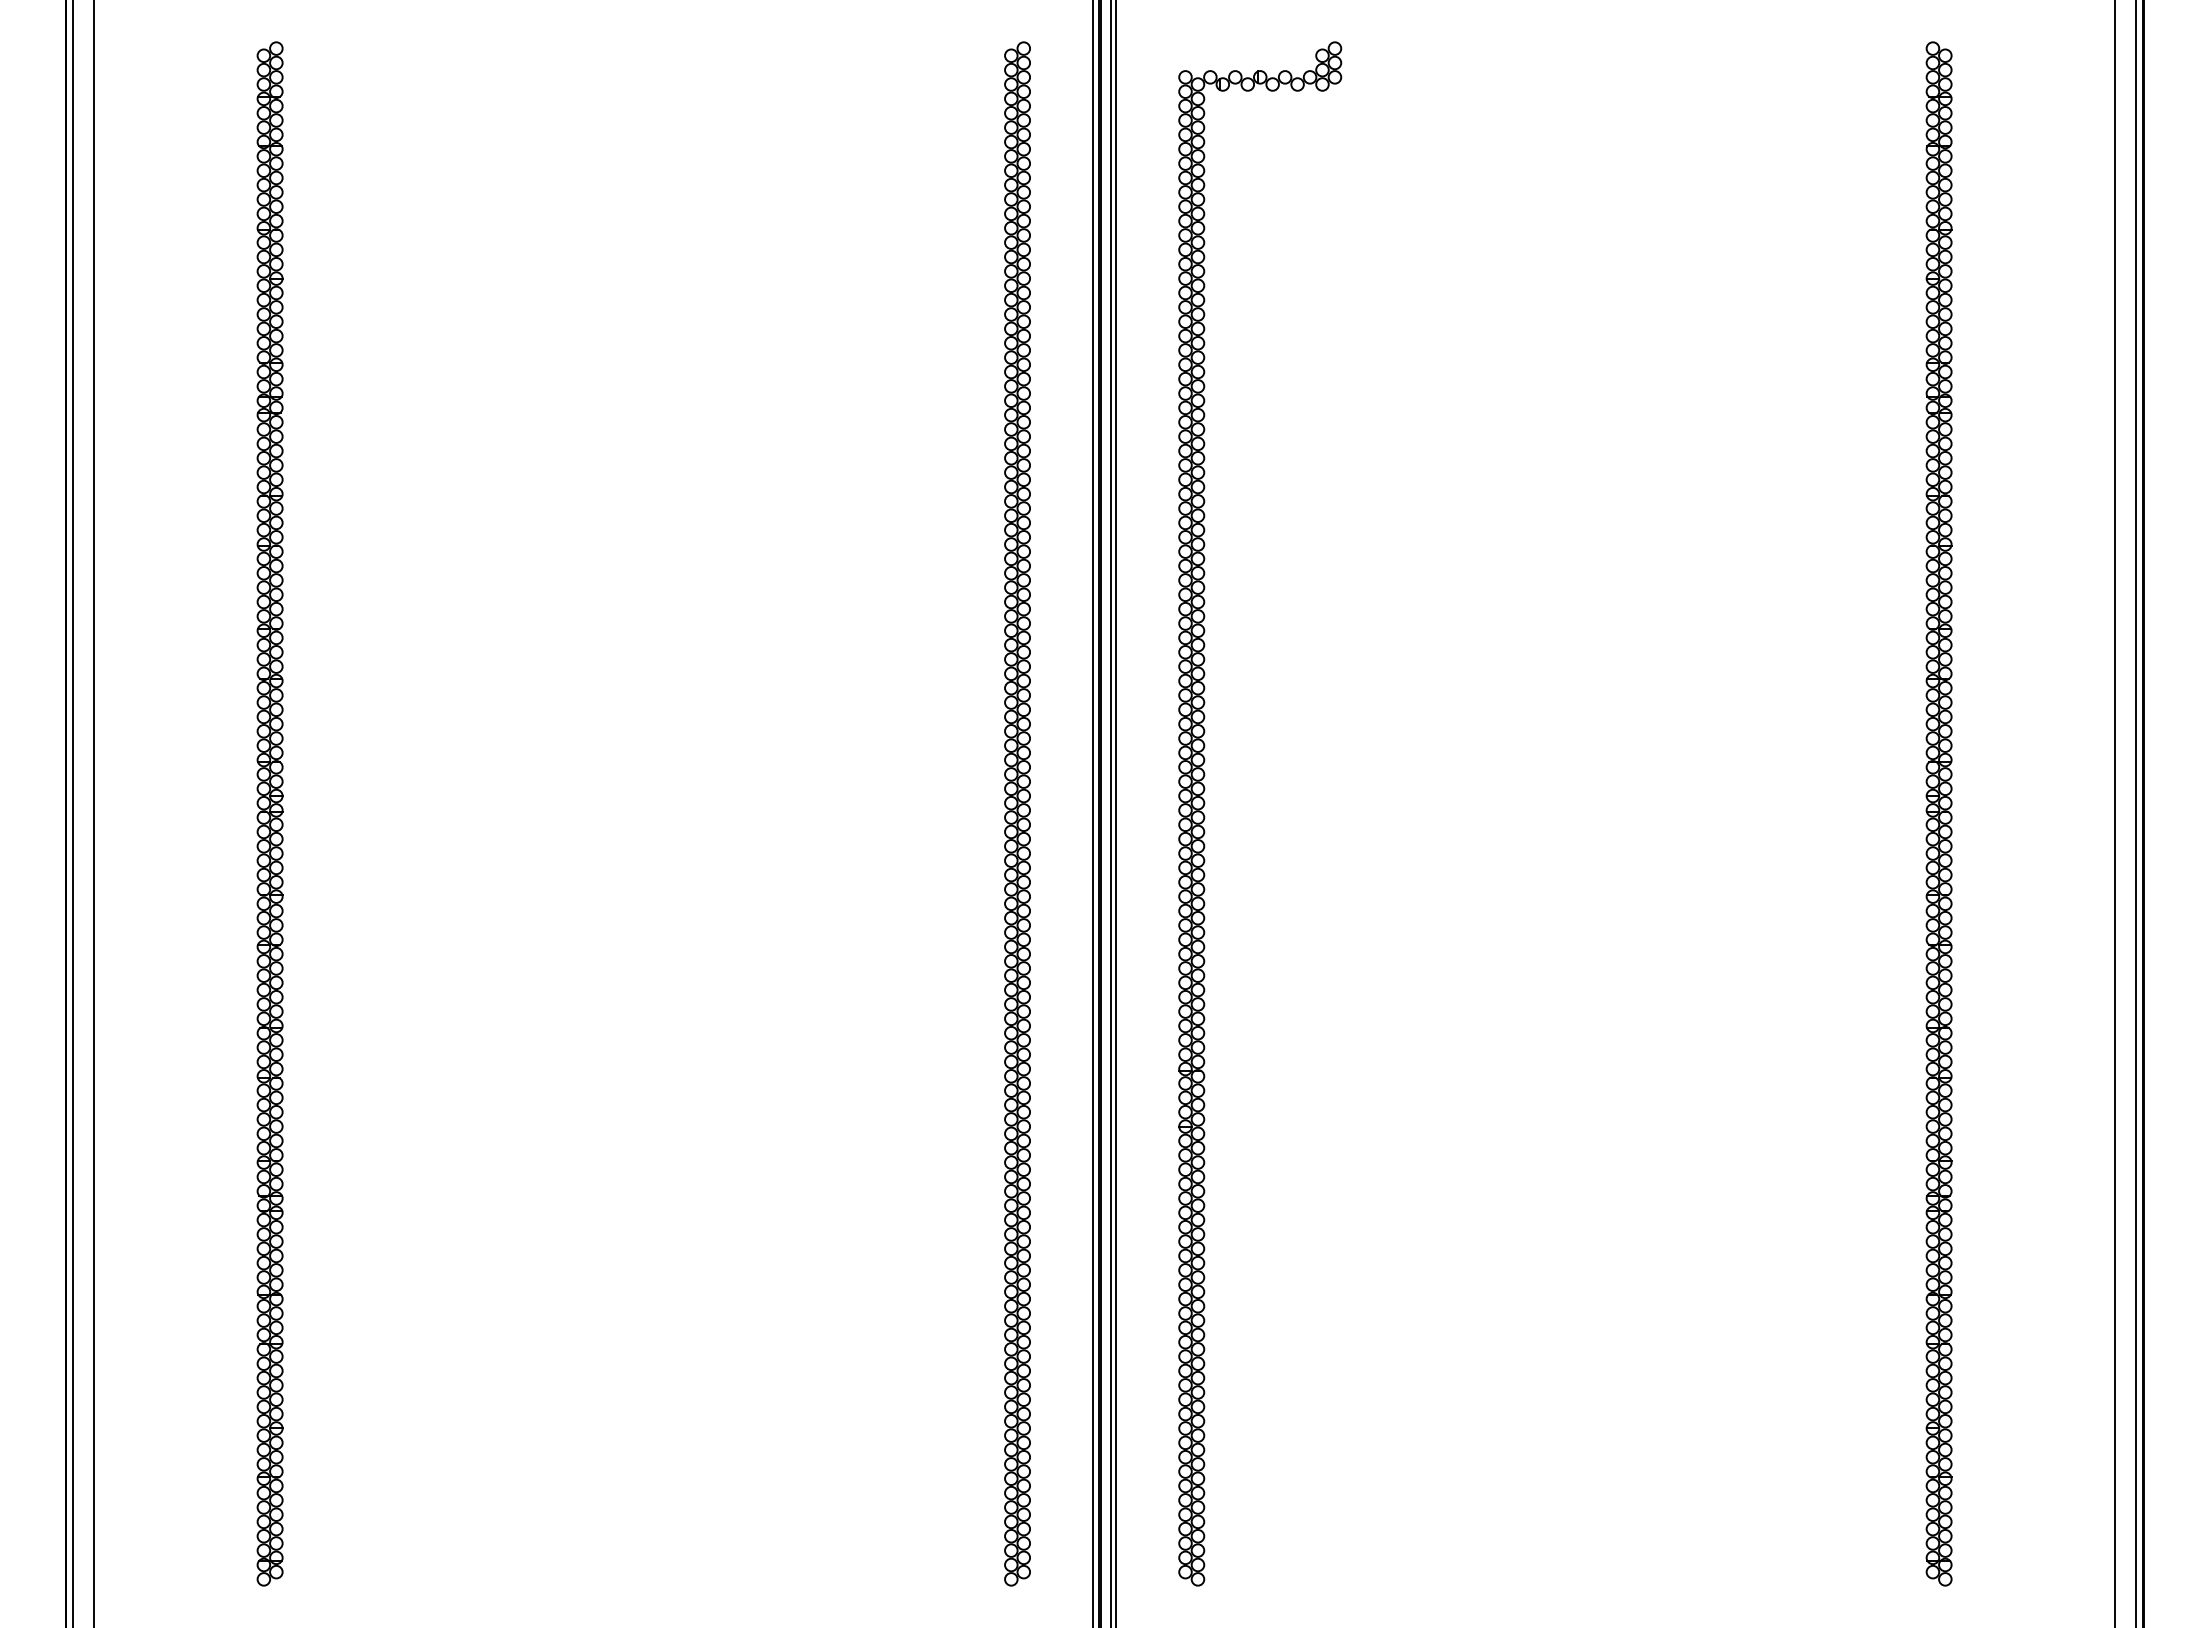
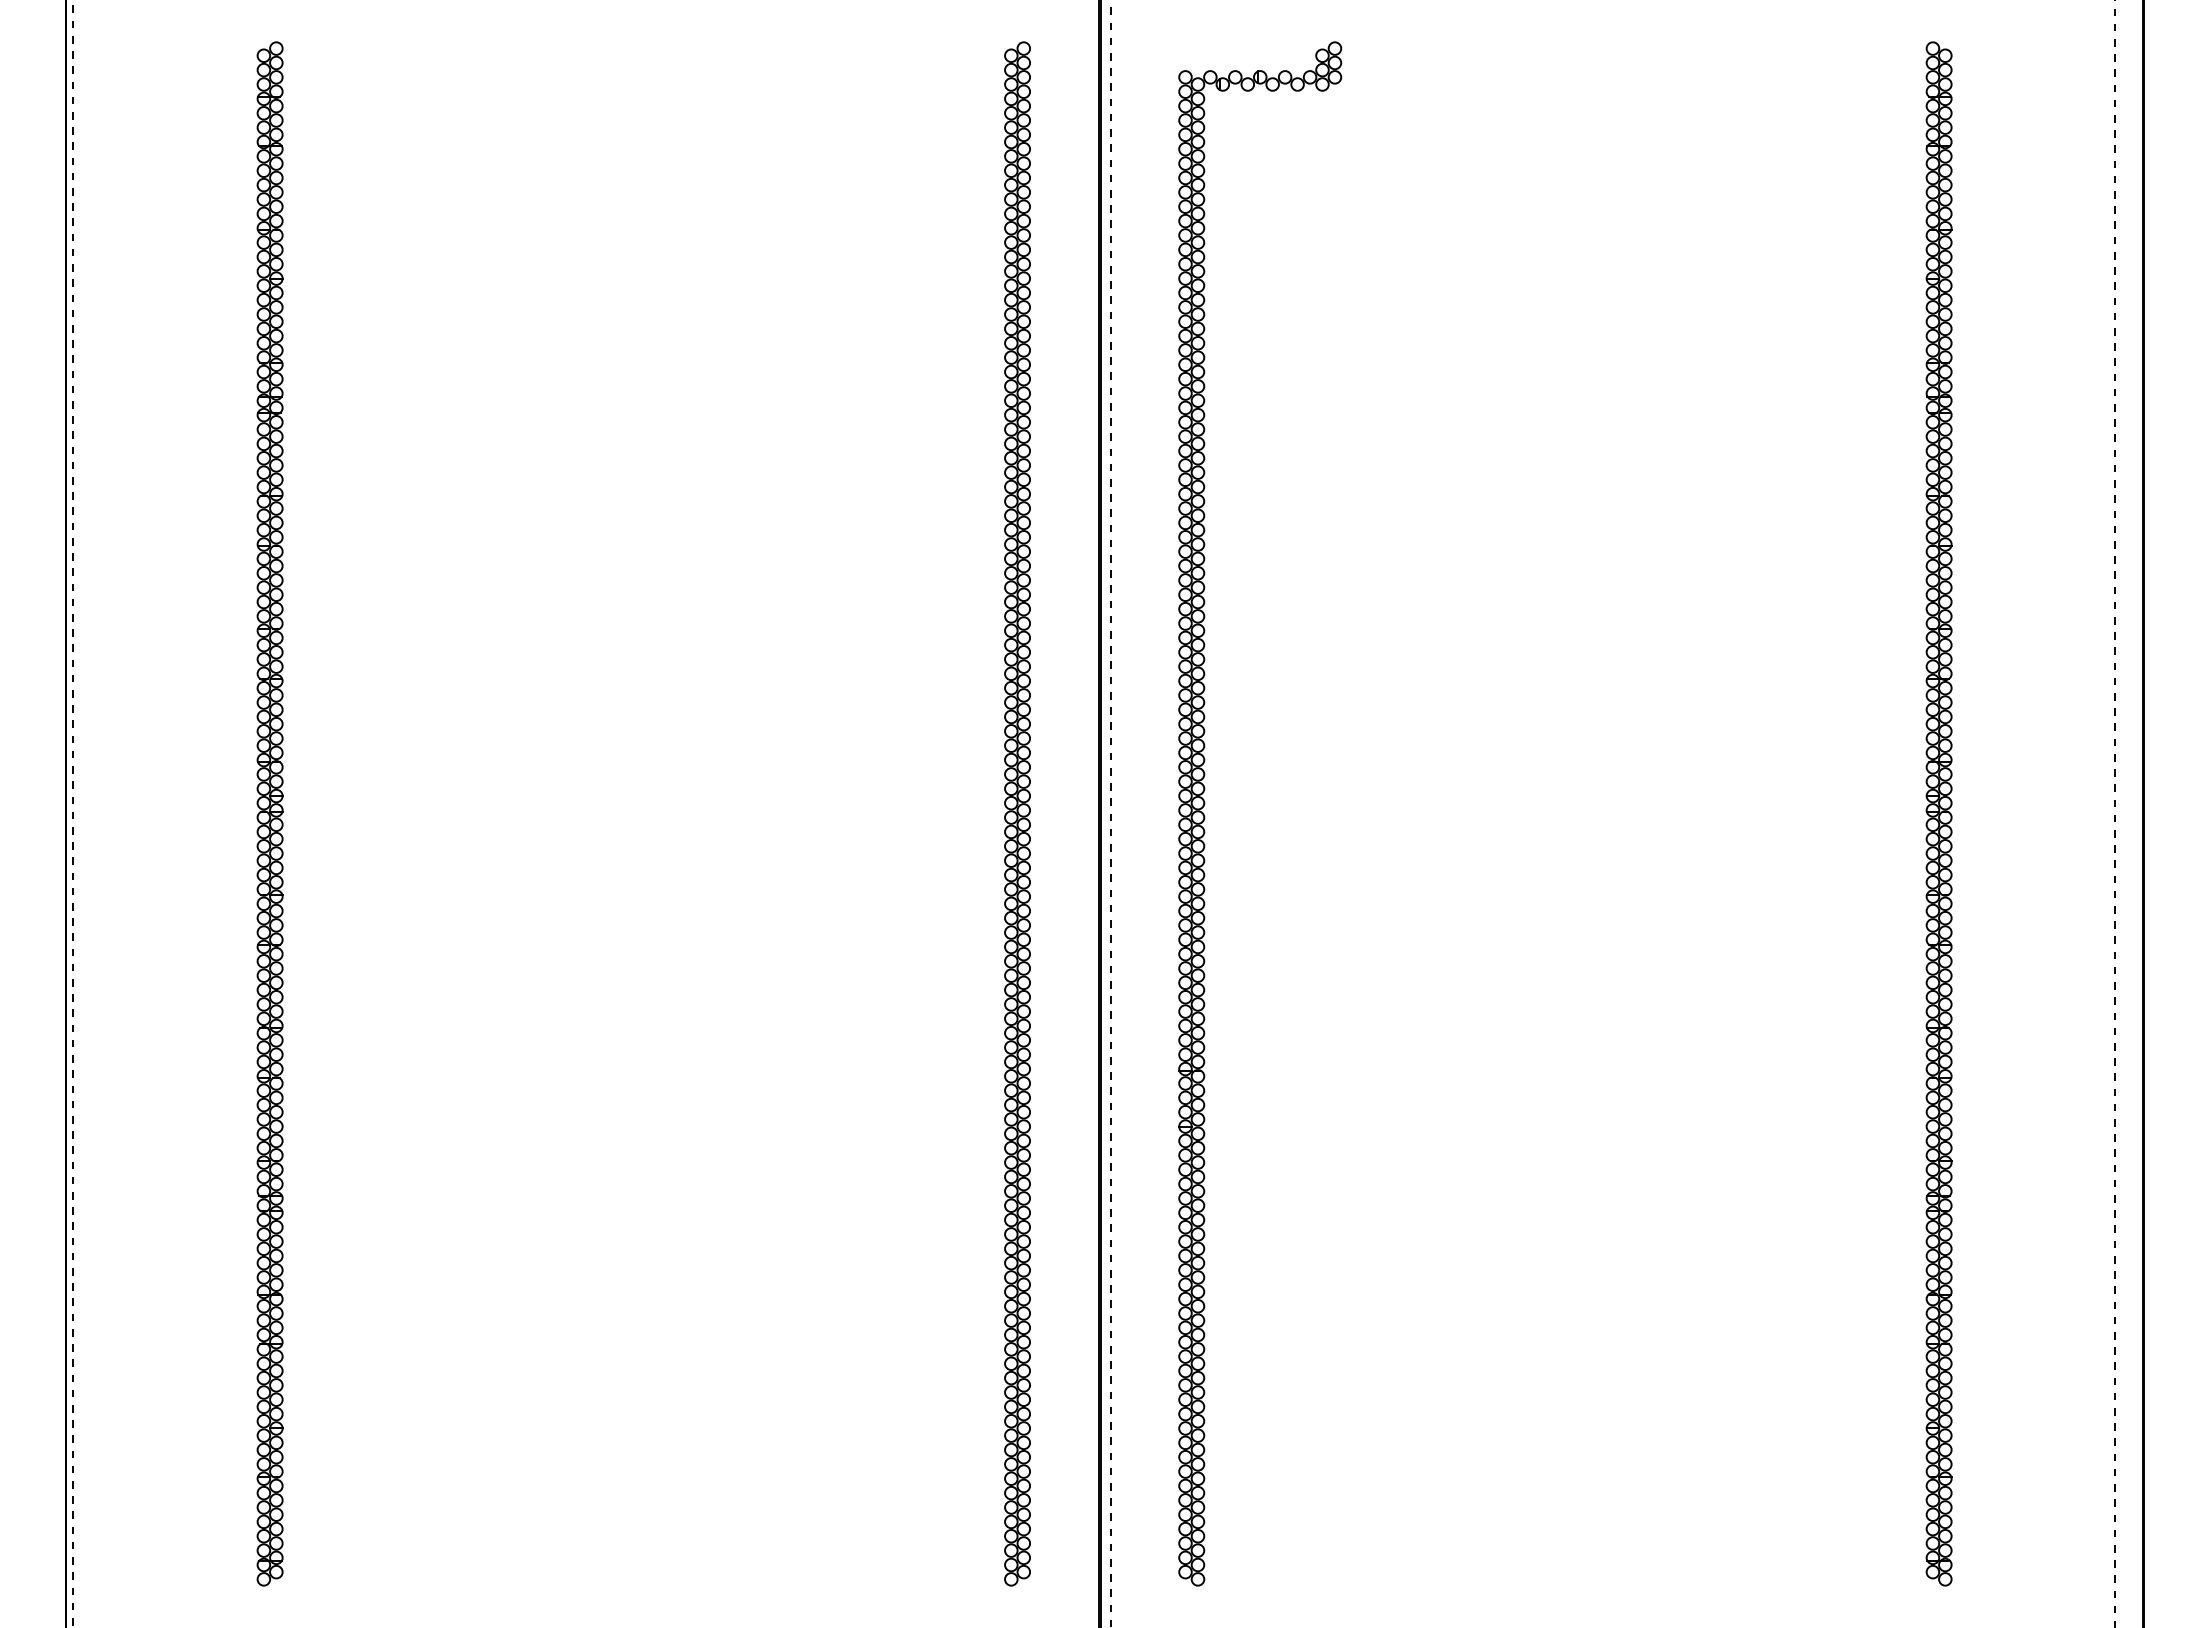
line at (93, 813): present -> none
line at (1093, 813): present -> none
line at (1110, 813): solid -> dashed
line at (1115, 813): present -> none
line at (2115, 813): solid -> dashed
line at (2136, 813): present -> none
line at (73, 814): solid -> dashed
